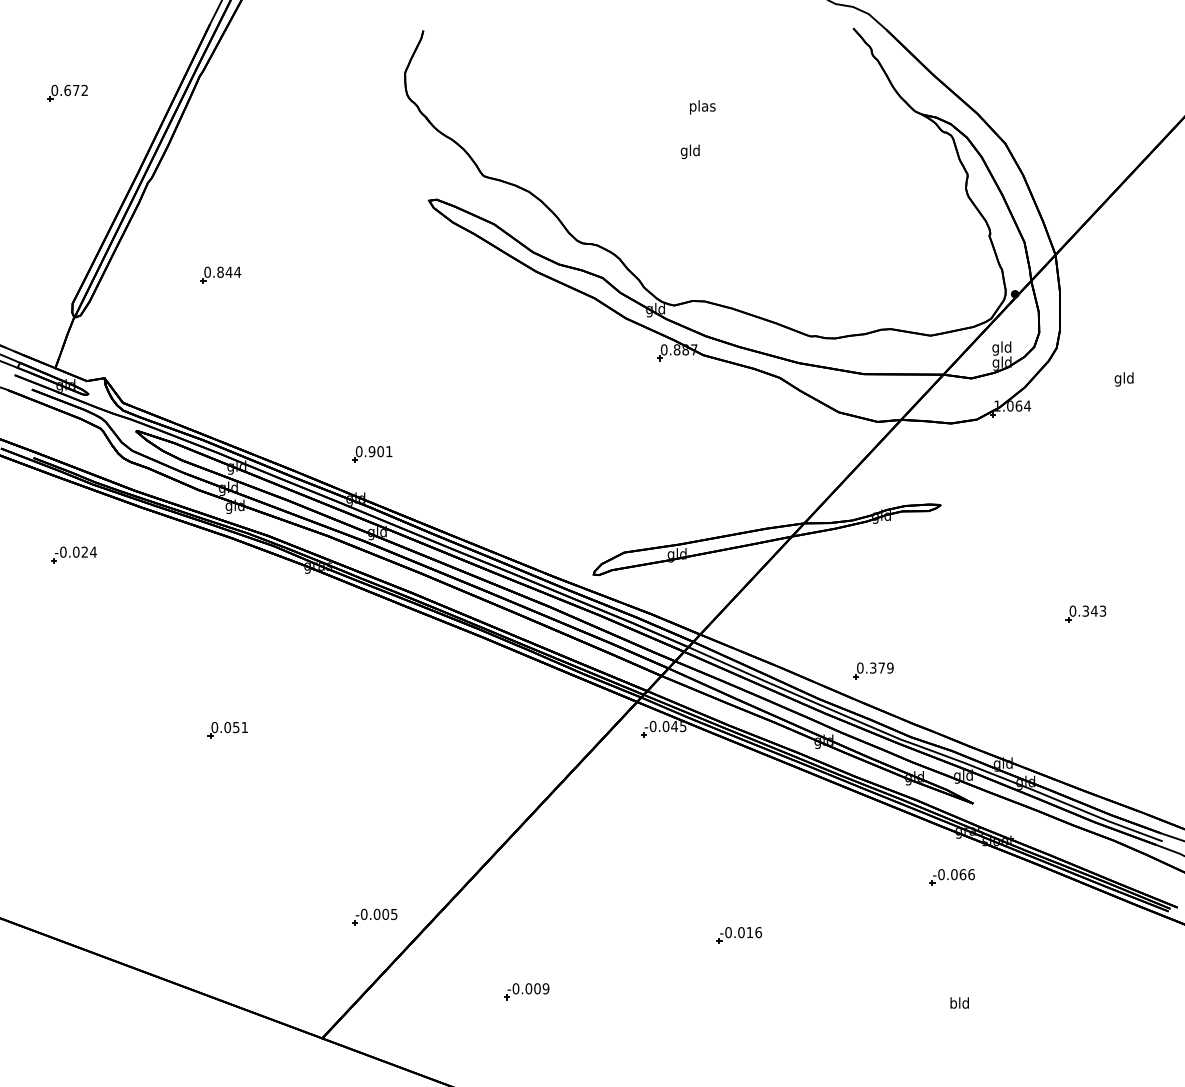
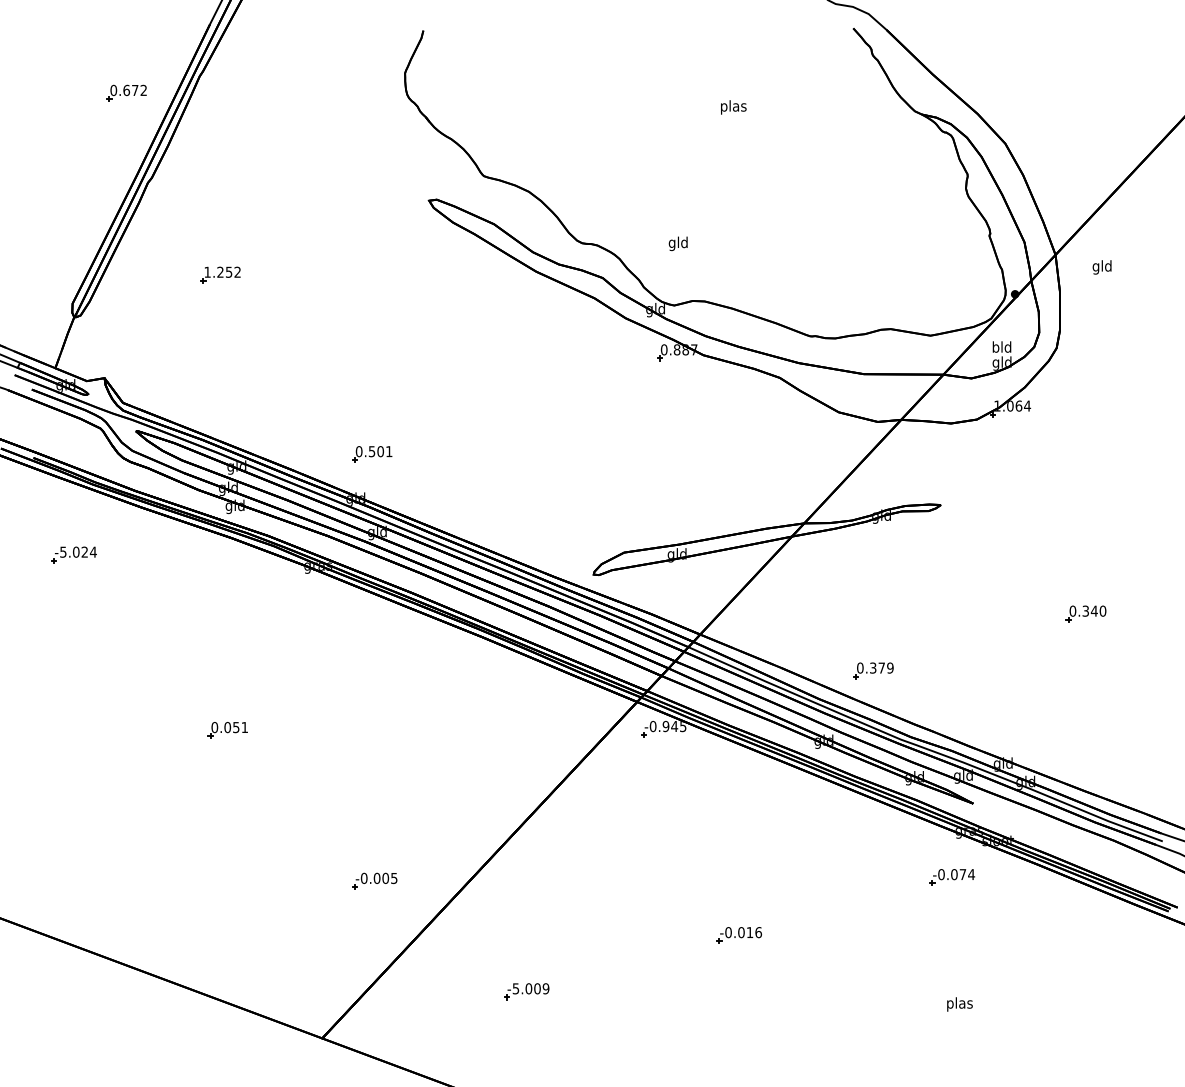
part at (67, 92) position: (67, 92) -> (126, 92)
text at (702, 107) position: (702, 107) -> (733, 107)
text at (689, 151) position: (689, 151) -> (677, 243)
text at (222, 271): 0.844 -> 1.252
text at (995, 348): gld -> bld
text at (1123, 379) position: (1123, 379) -> (1101, 267)
text at (371, 451): 0.901 -> 0.501
text at (63, 551): -0.024 -> -5.024
text at (1102, 610): 0.343 -> 0.340
text at (665, 726): -0.045 -> -0.945
text at (966, 874): -0.066 -> -0.074
part at (374, 916) position: (374, 916) -> (374, 880)
text at (515, 988): -0.009 -> -5.009
text at (959, 1004): bld -> plas
